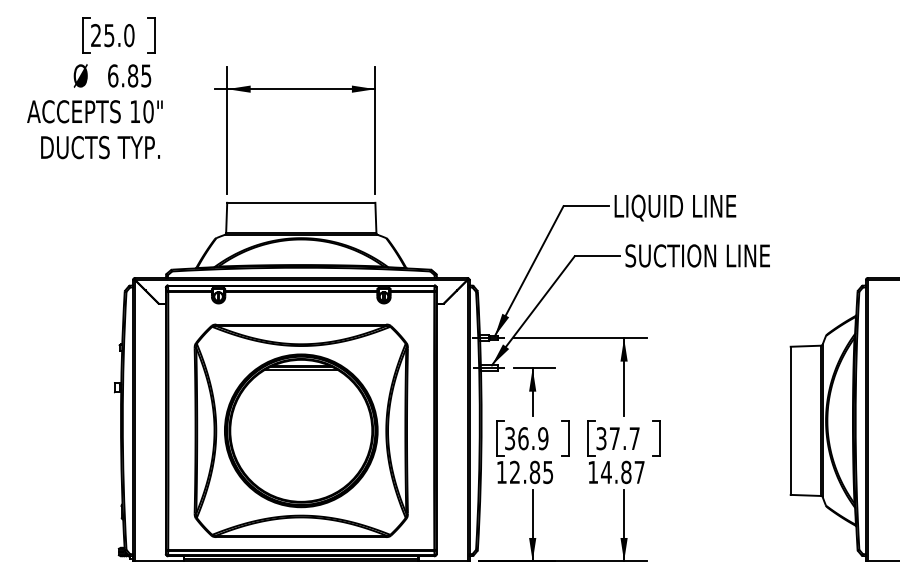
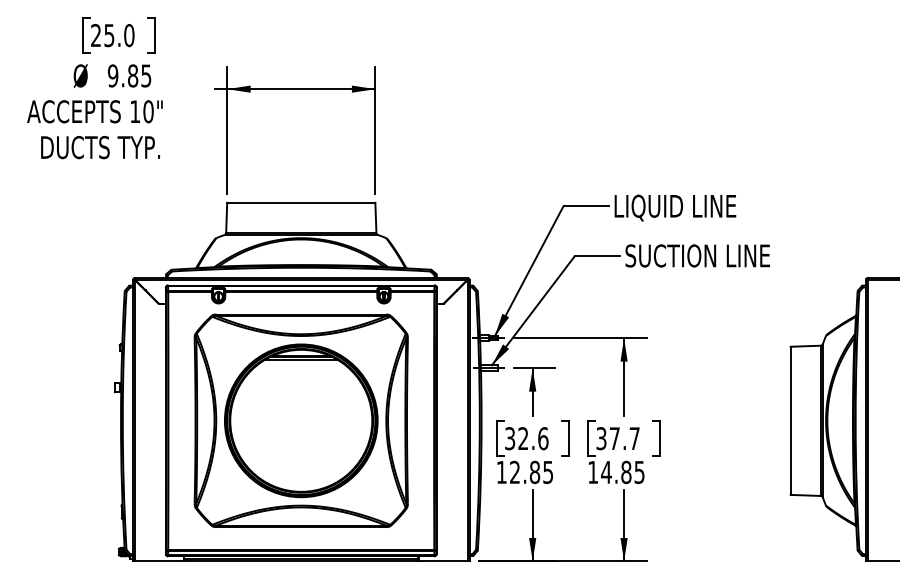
text at (113, 75): 6.85 -> 9.85
part at (300, 430) position: (300, 430) -> (300, 420)
text at (533, 438): 36.9 -> 32.6
text at (639, 472): 14.87 -> 14.85
